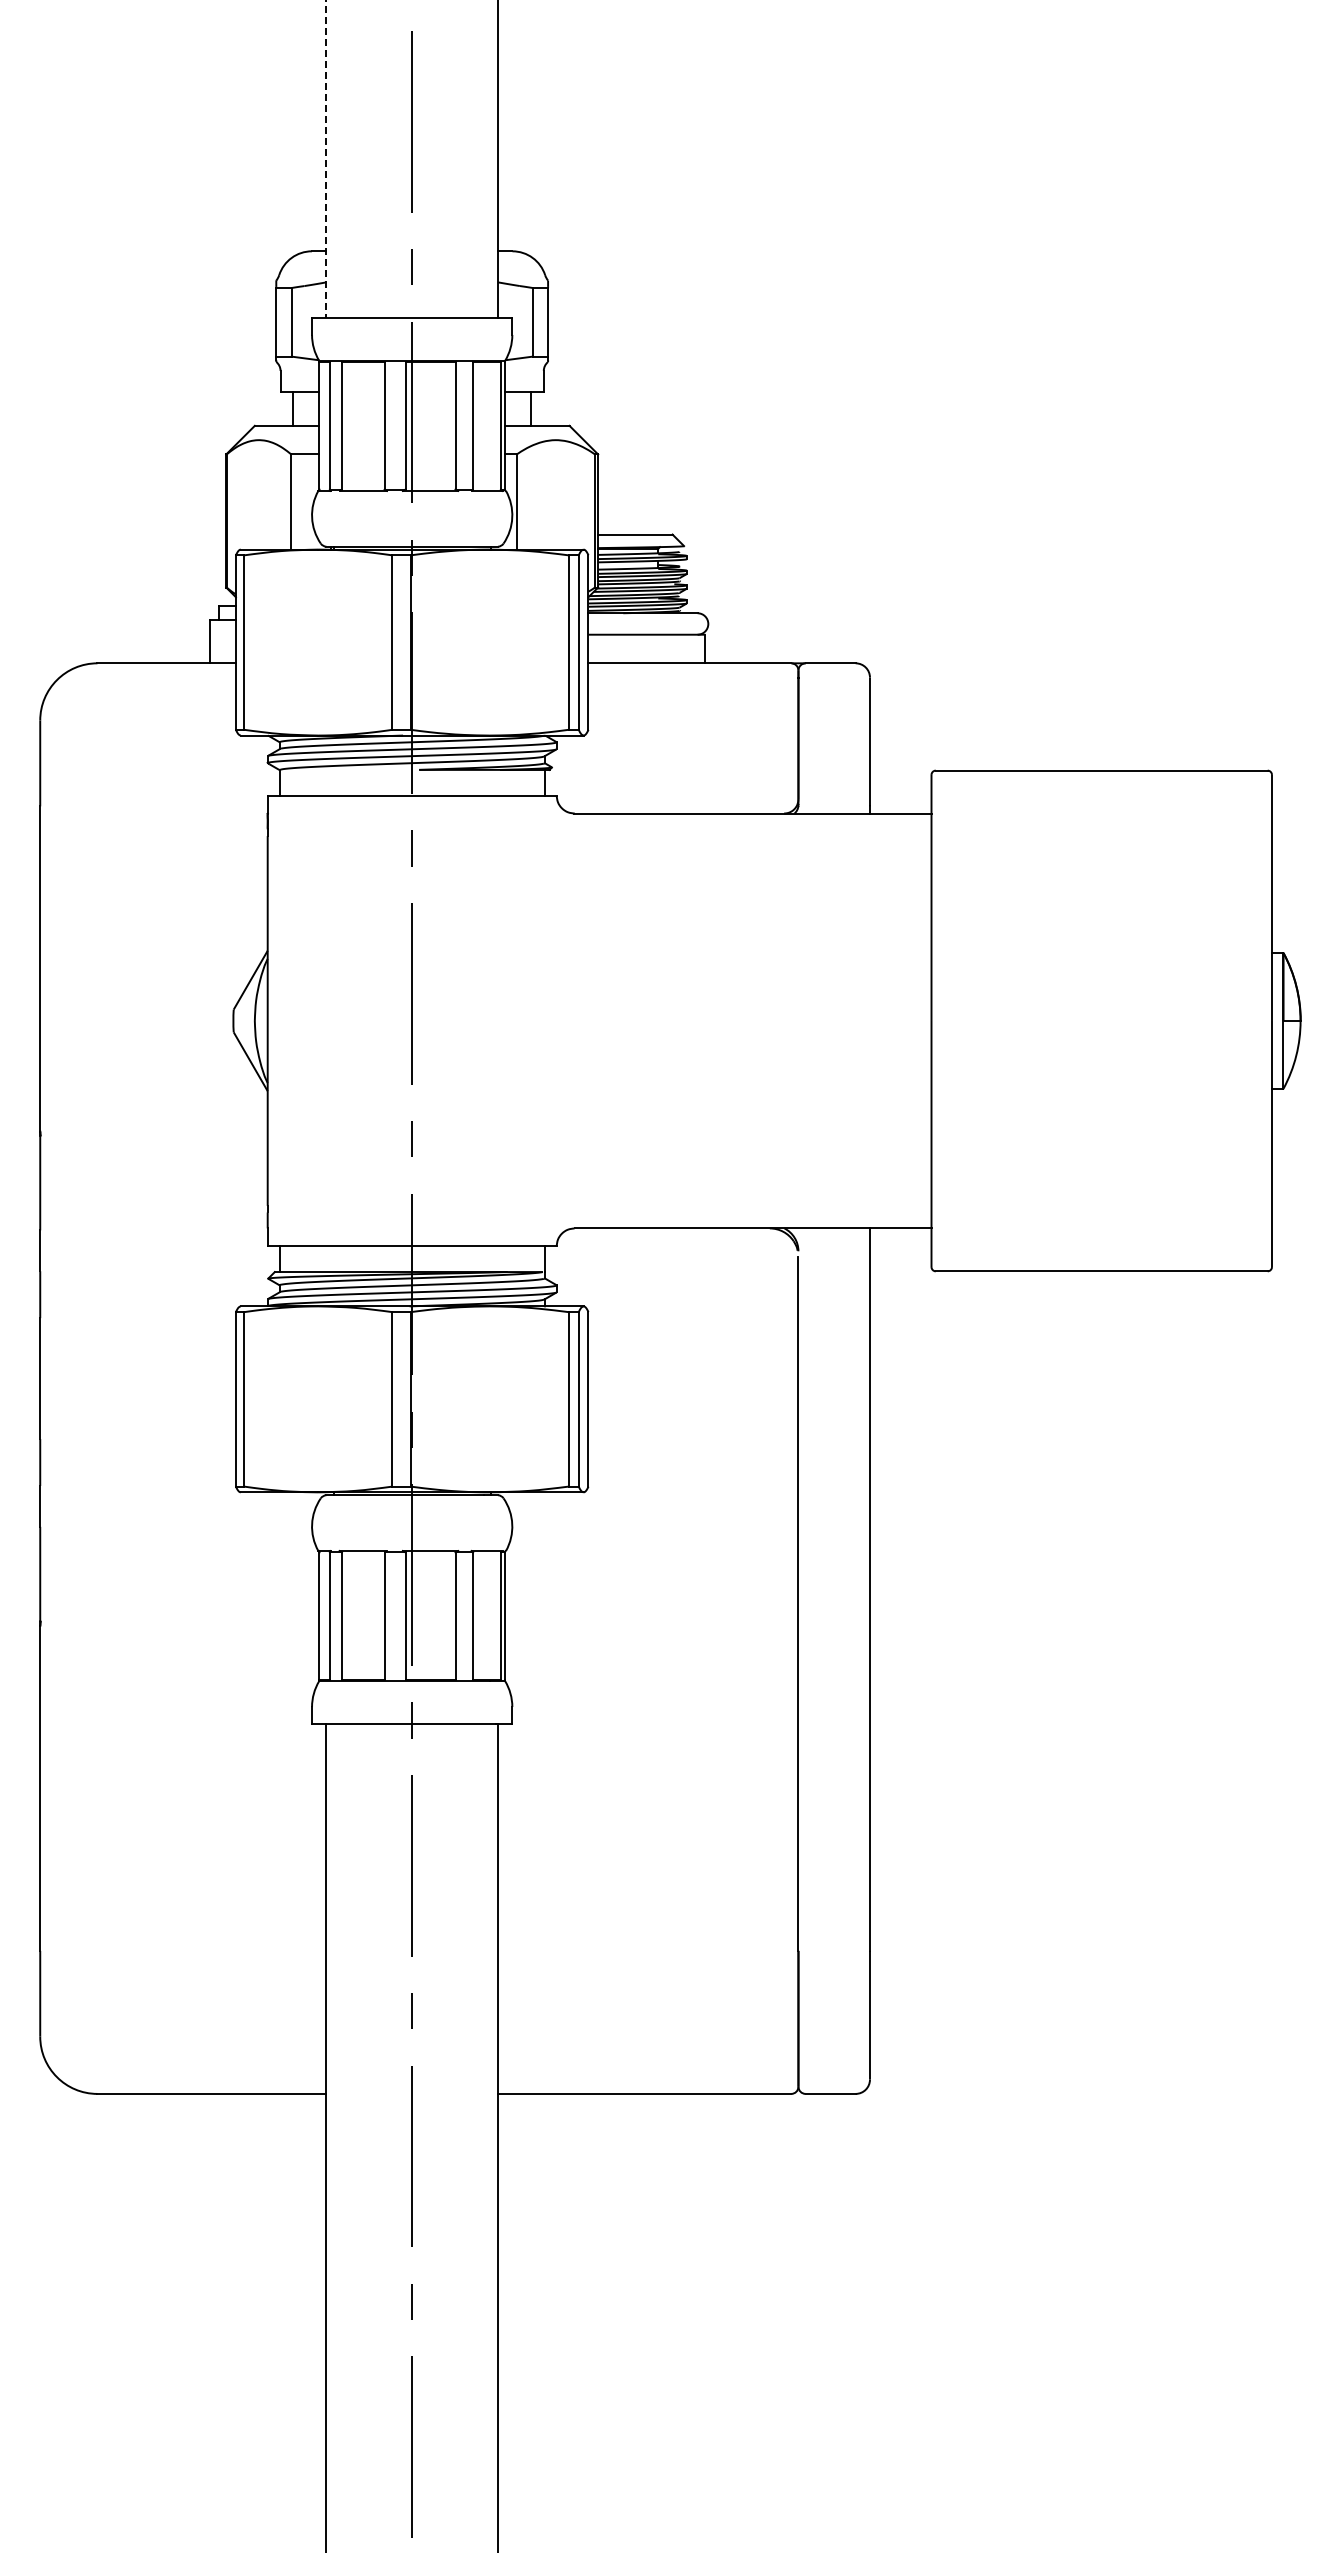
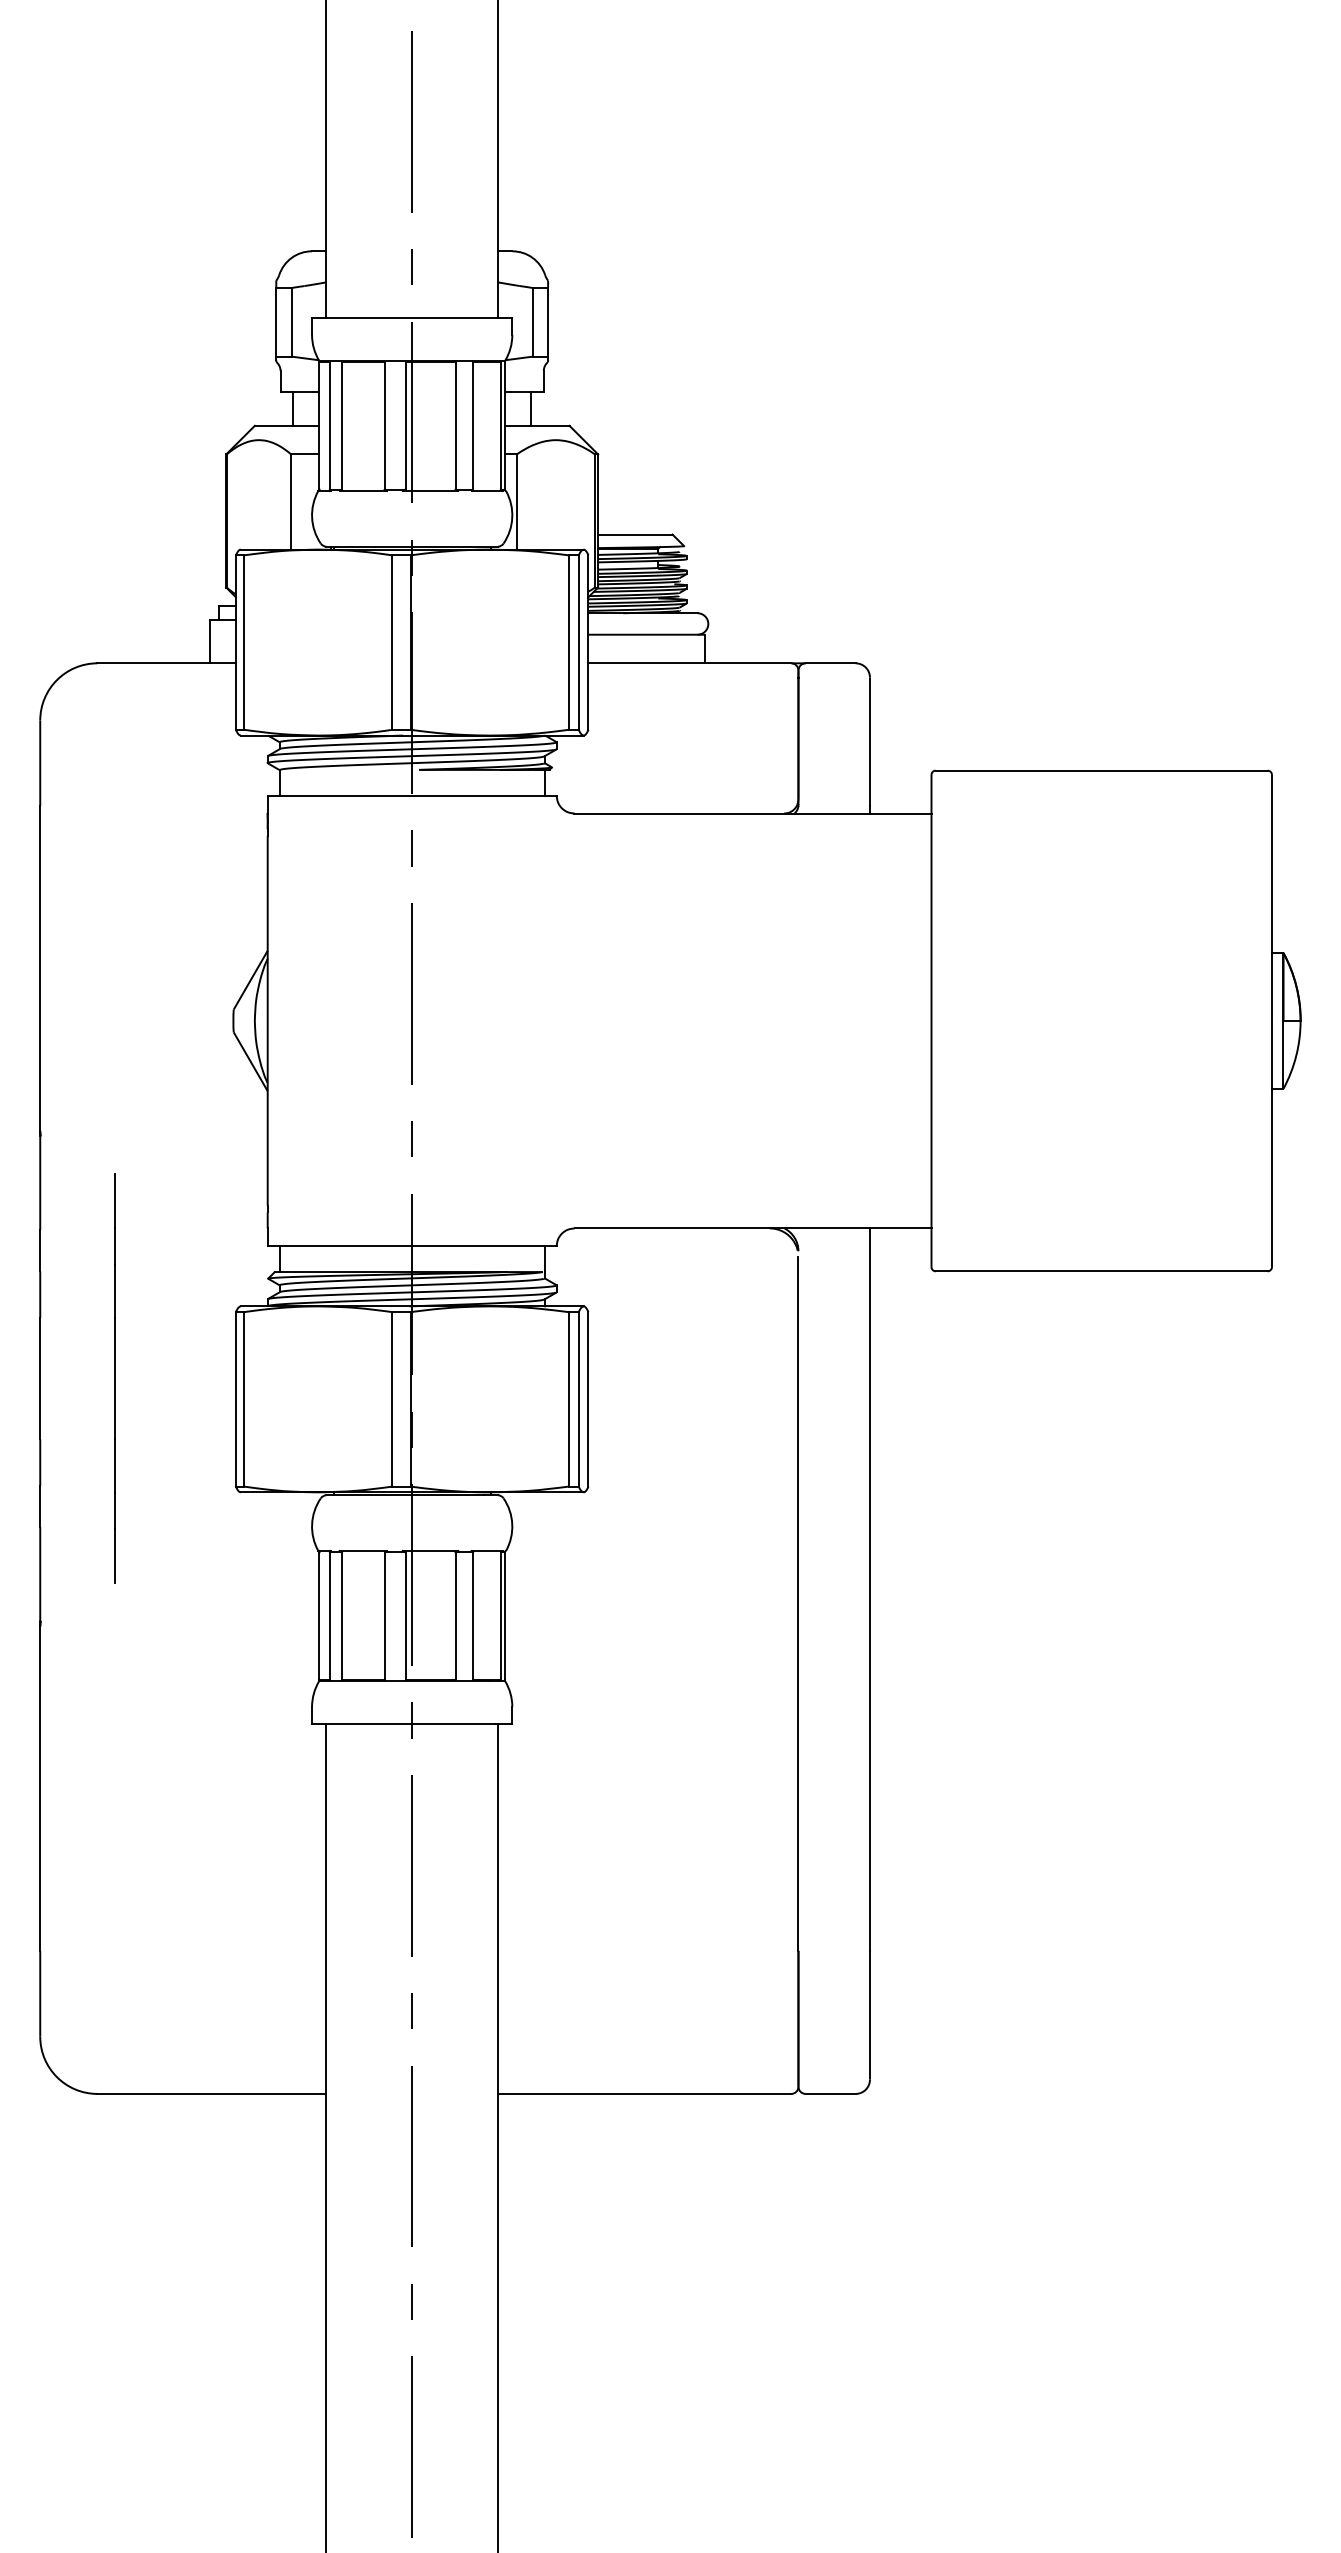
line at (326, 159): dashed -> solid
line at (114, 1378): none -> present
